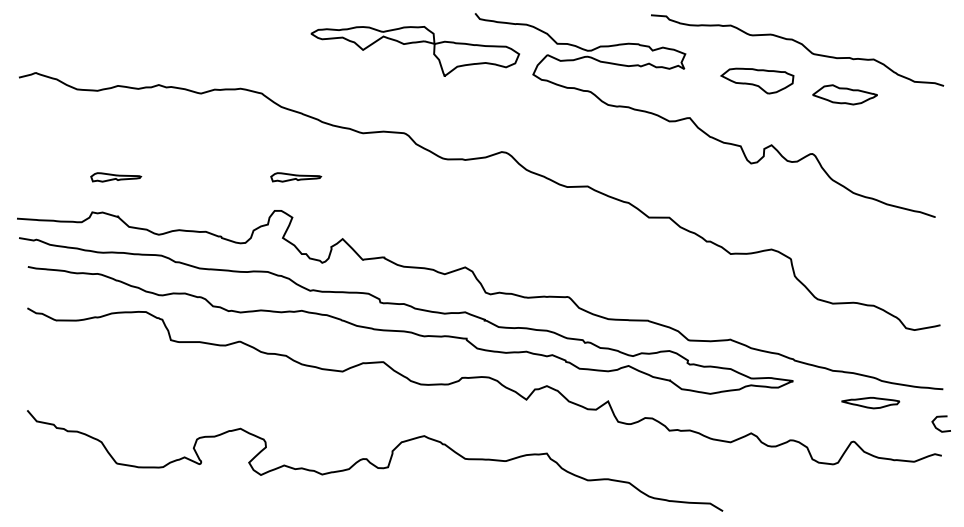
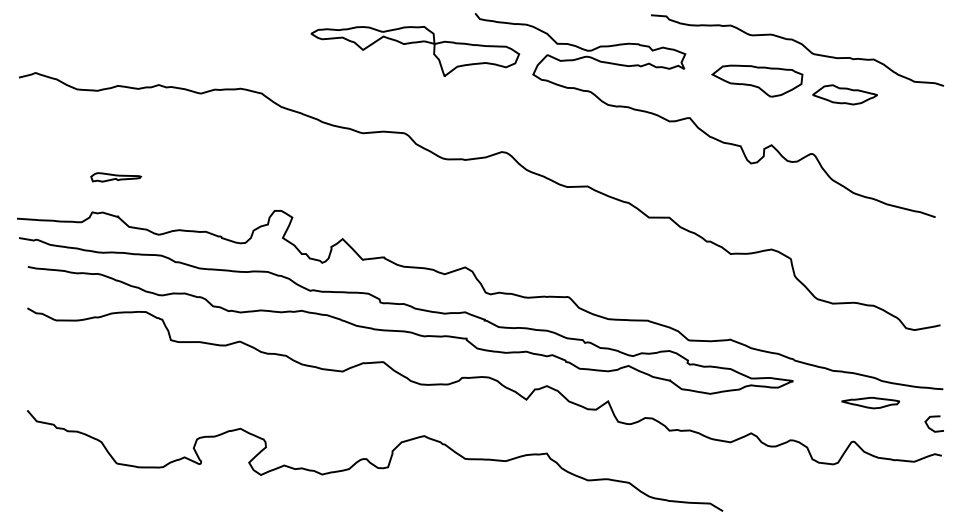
part at (757, 80) size: 75x28 px -> 93x34 px
part at (296, 177): present -> none
curve at (936, 426) position: (936, 426) -> (929, 426)
